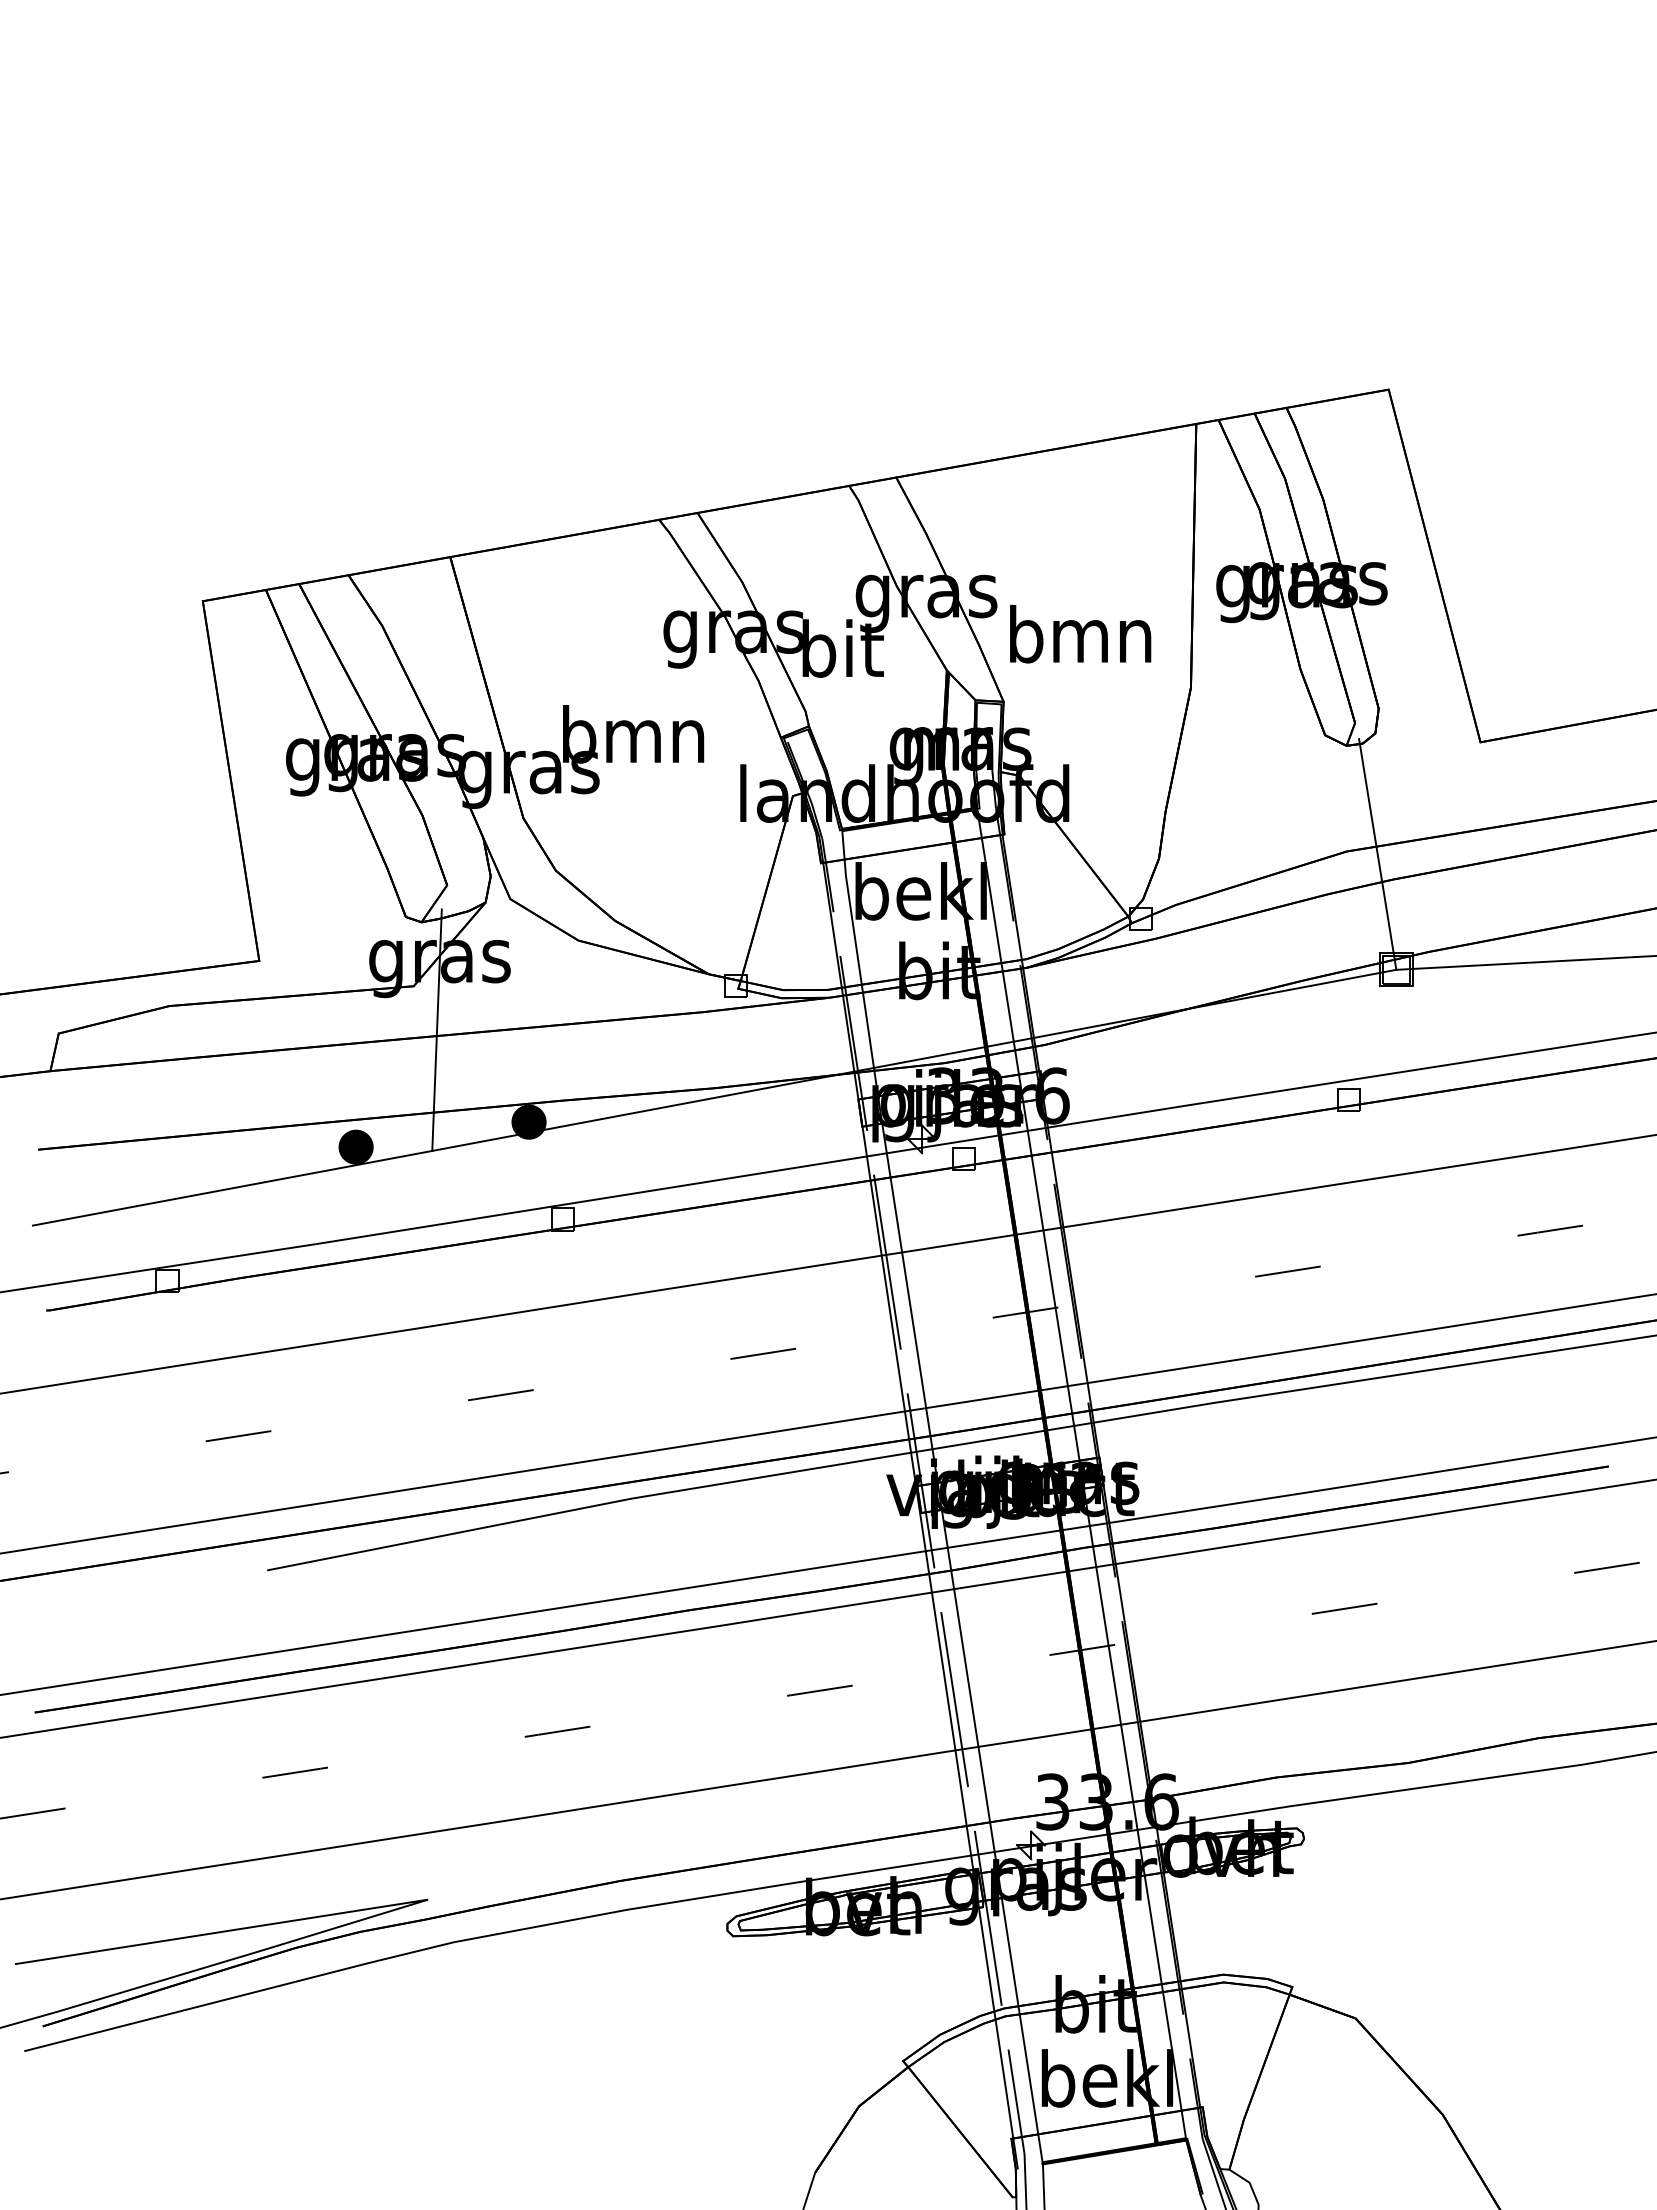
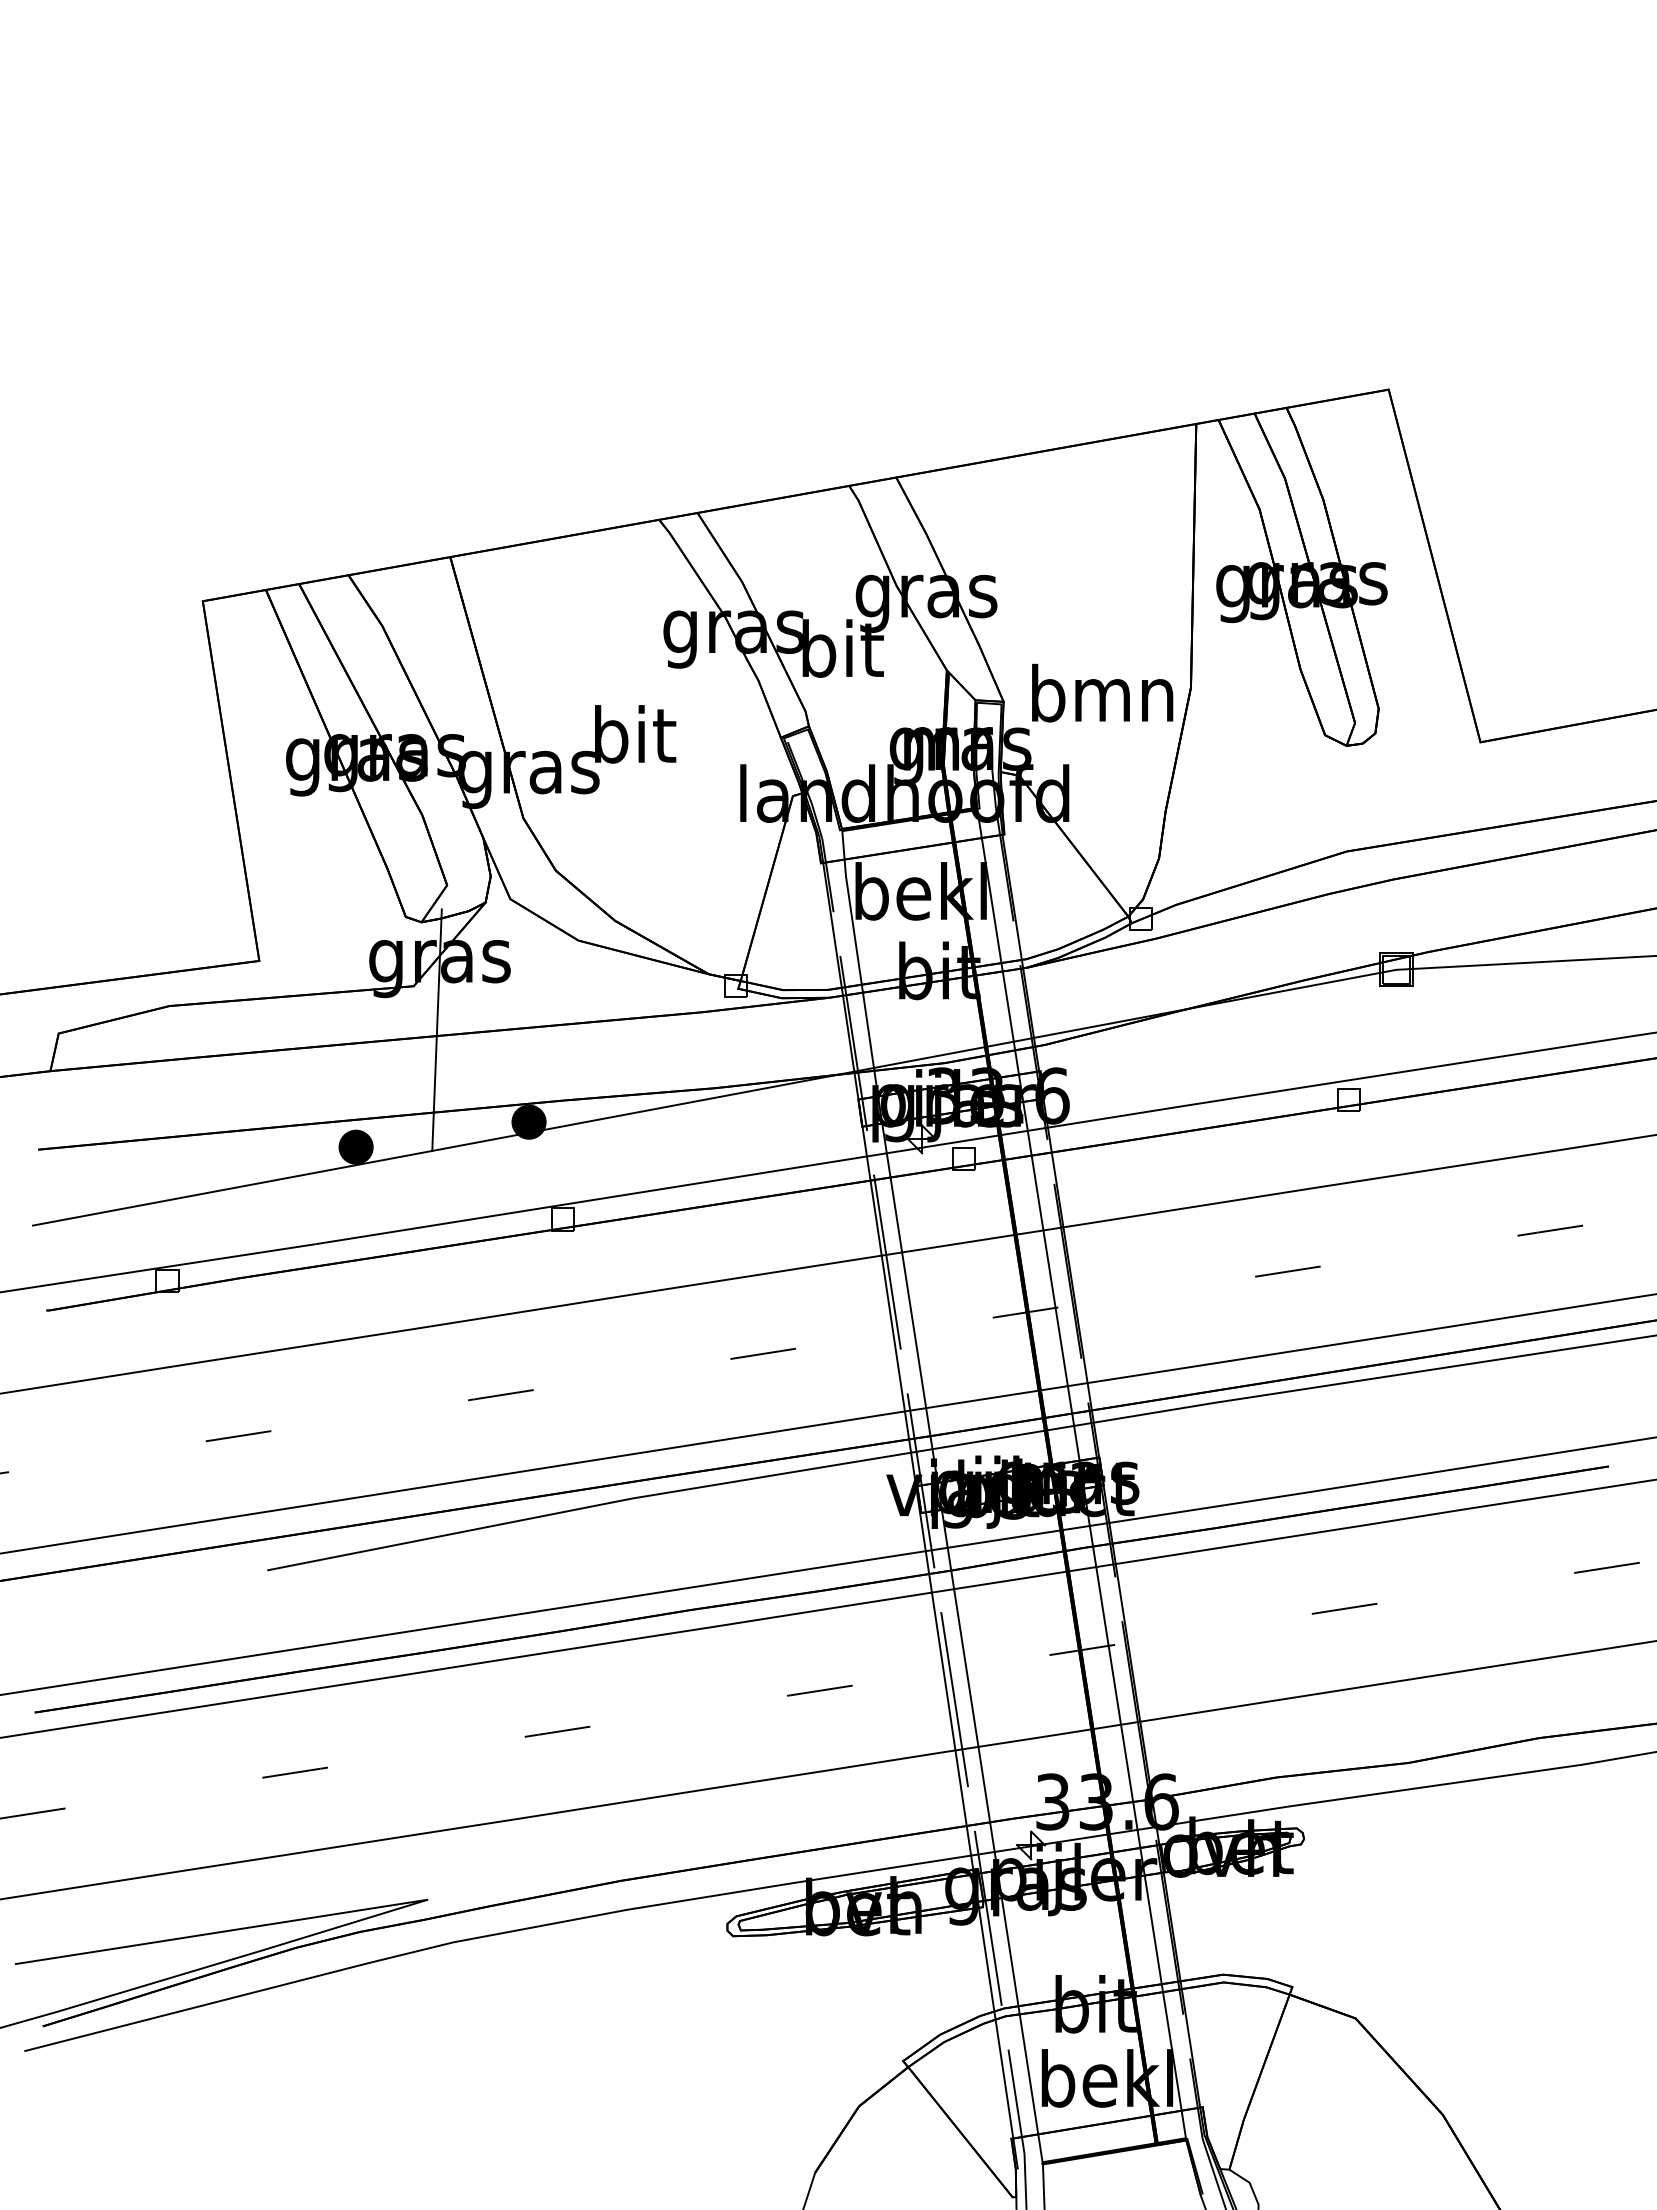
text at (1080, 633) position: (1080, 633) -> (1102, 692)
text at (633, 734): bmn -> bit
line at (1377, 854): present -> none
